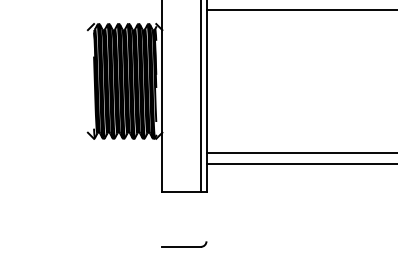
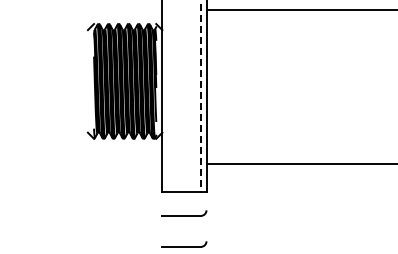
line at (200, 95): solid -> dashed
line at (300, 153): present -> none
part at (184, 213): none -> present
